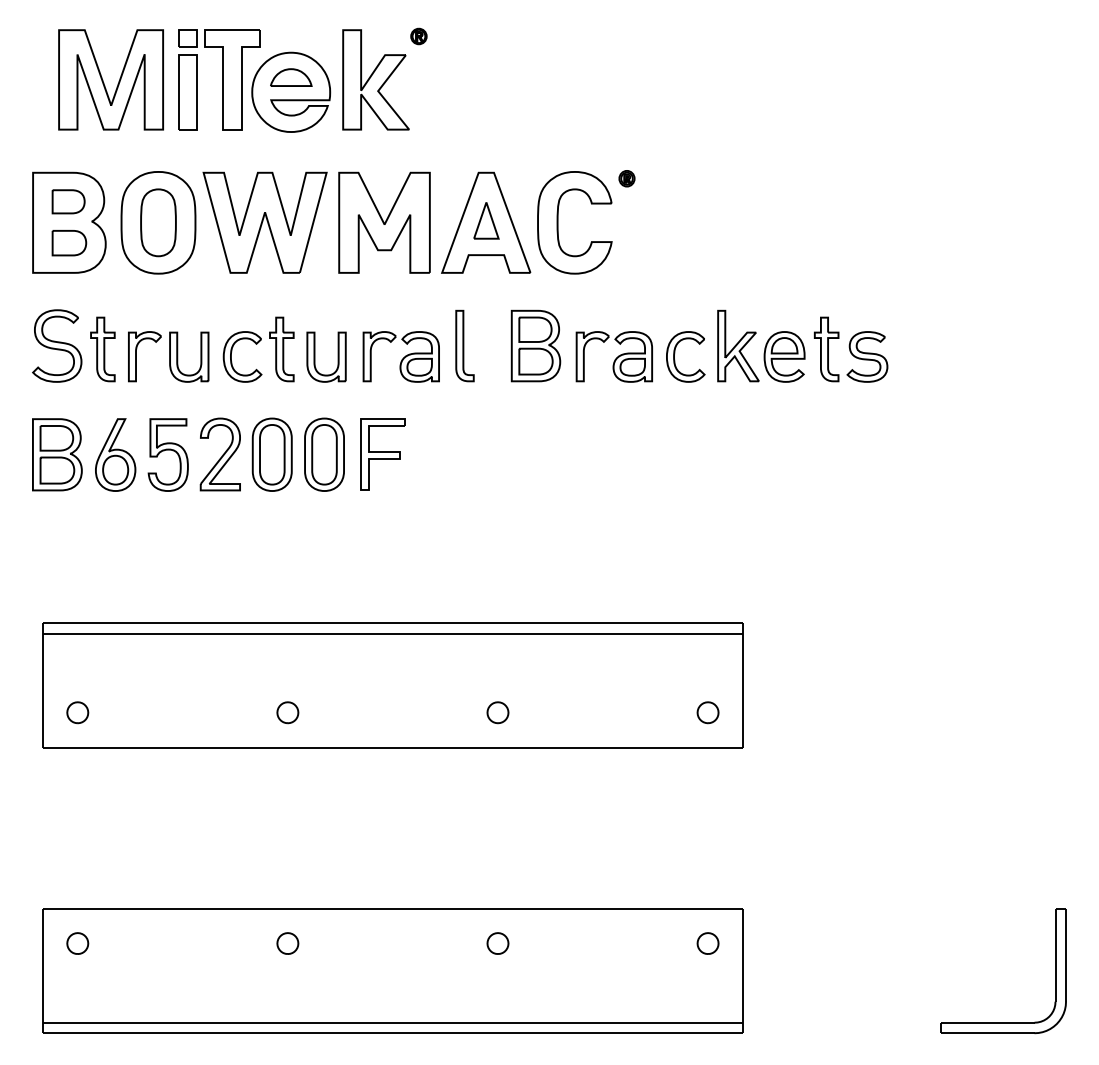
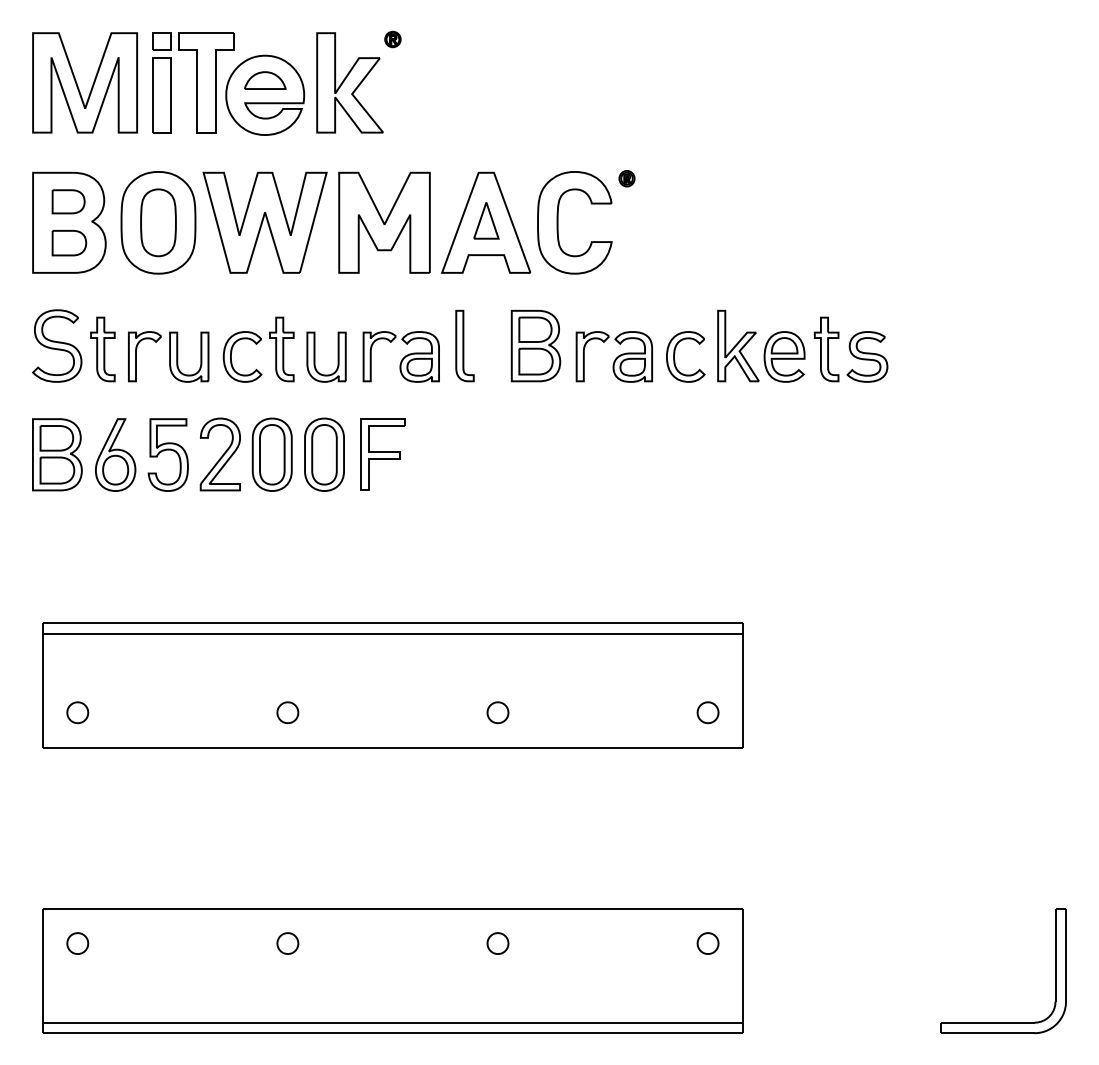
part at (242, 79) position: (242, 79) -> (216, 82)
